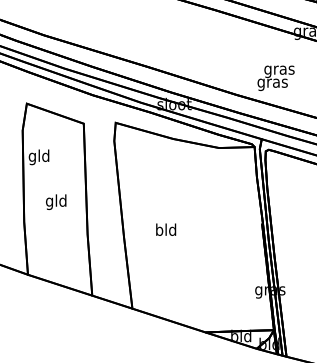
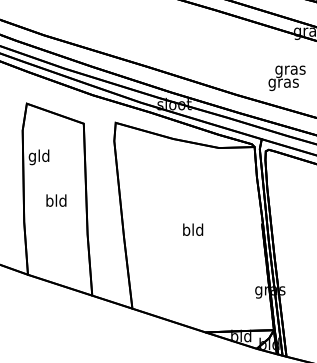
text at (275, 77) position: (275, 77) -> (286, 77)
text at (49, 202): gld -> bld
text at (166, 229) position: (166, 229) -> (193, 229)
